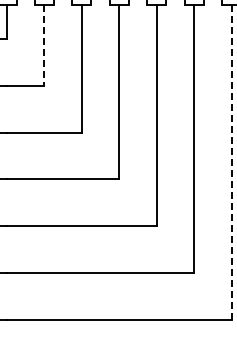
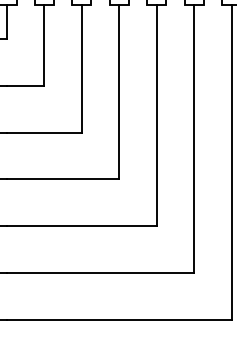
line at (44, 45): dashed -> solid
line at (231, 162): dashed -> solid
